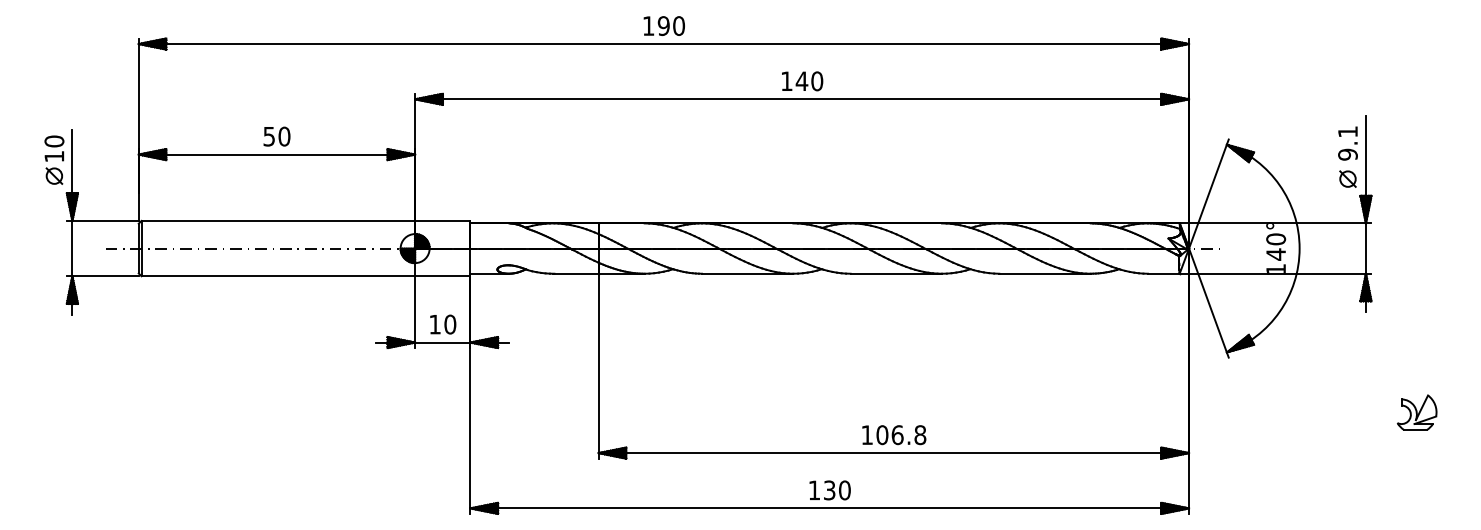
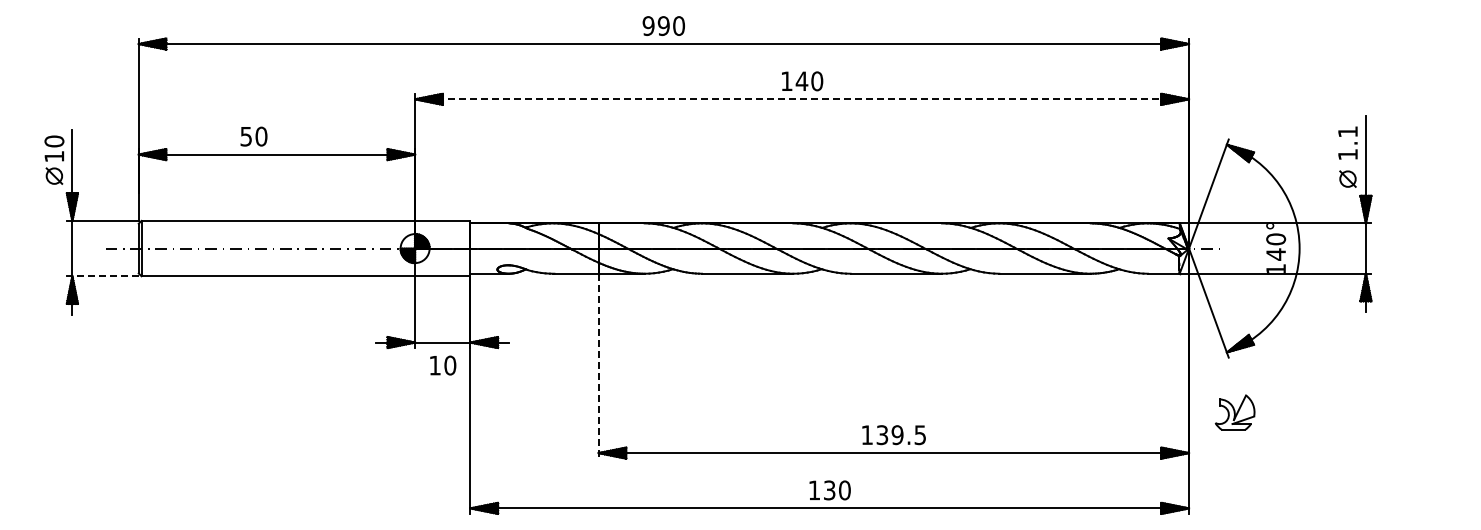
text at (648, 26): 190 -> 990
line at (802, 99): solid -> dashed
text at (276, 136) position: (276, 136) -> (253, 136)
text at (1347, 154): 9.1 -> 1.1
line at (105, 276): solid -> dashed
text at (443, 324) position: (443, 324) -> (443, 365)
line at (598, 366): solid -> dashed
part at (1416, 412) position: (1416, 412) -> (1234, 412)
text at (901, 435): 106.8 -> 139.5
